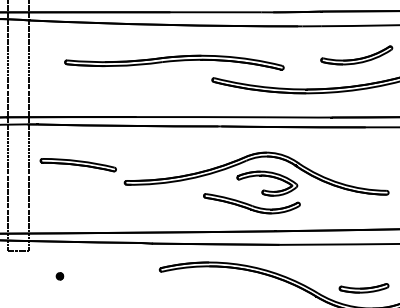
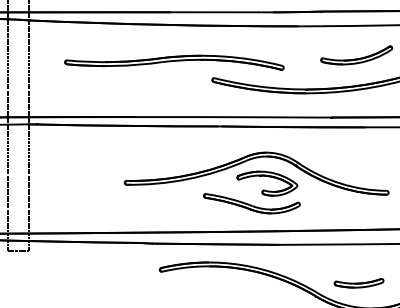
part at (77, 165): present -> none
part at (59, 276): present -> none
part at (363, 288) position: (363, 288) -> (358, 283)
